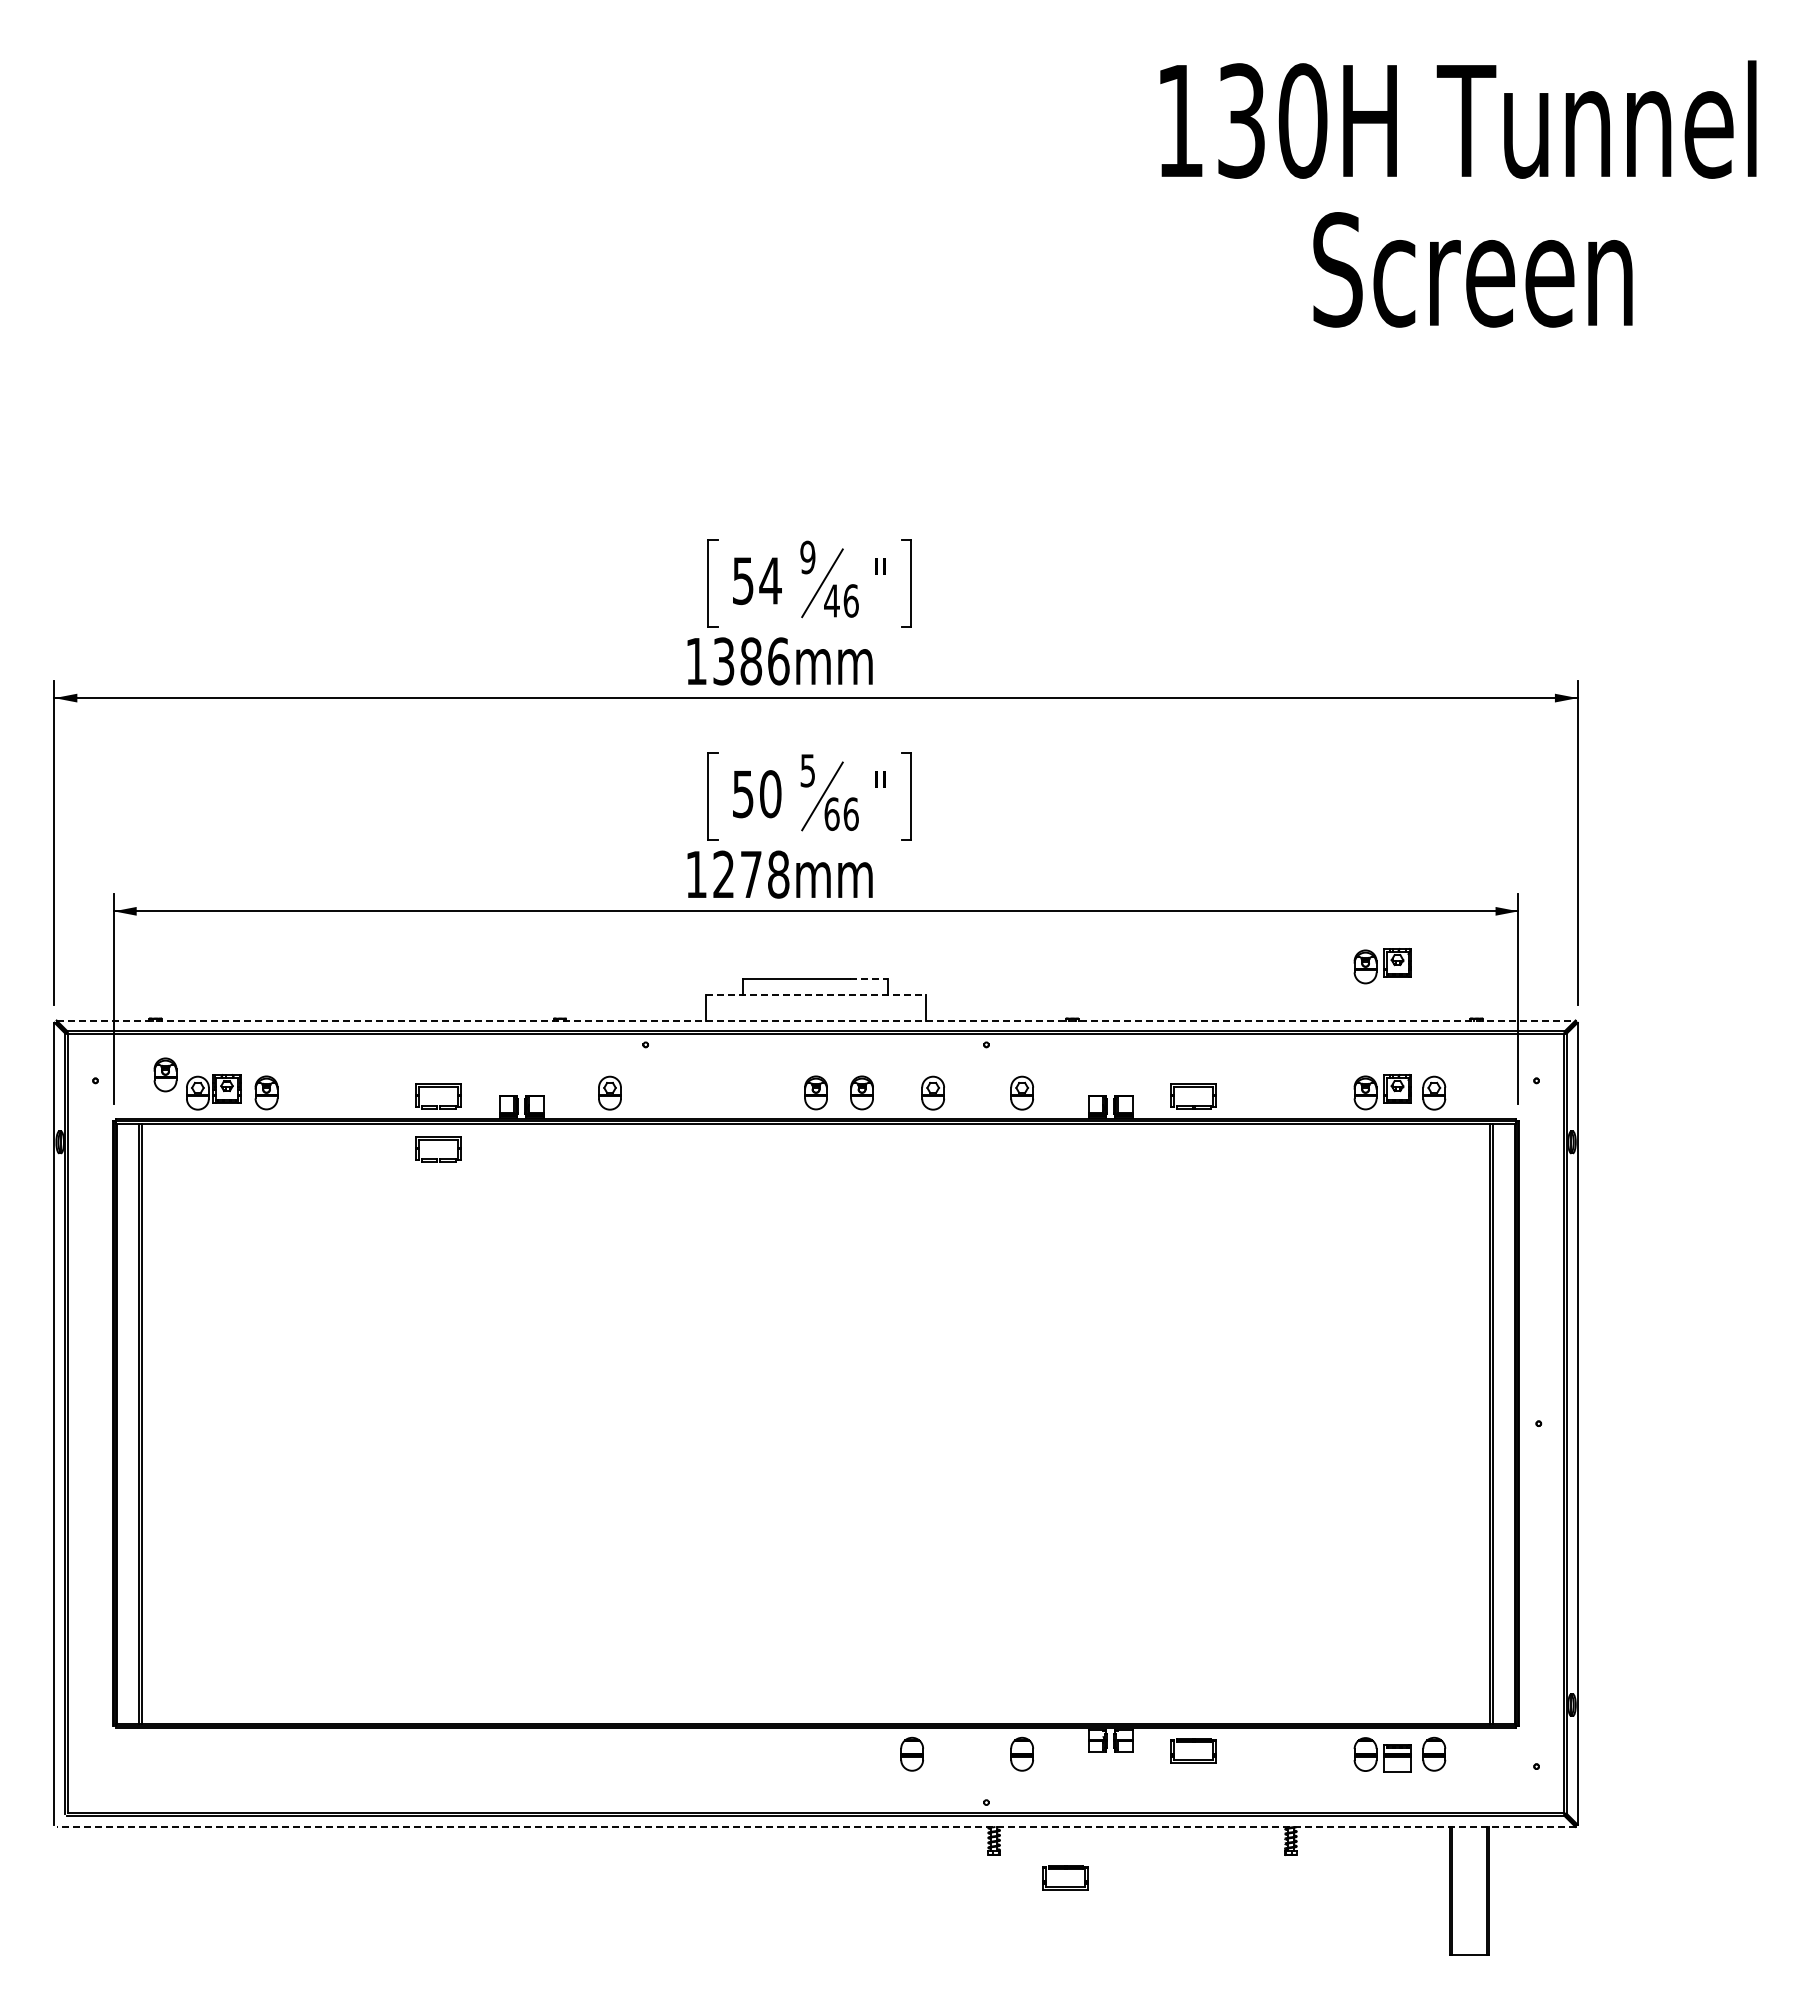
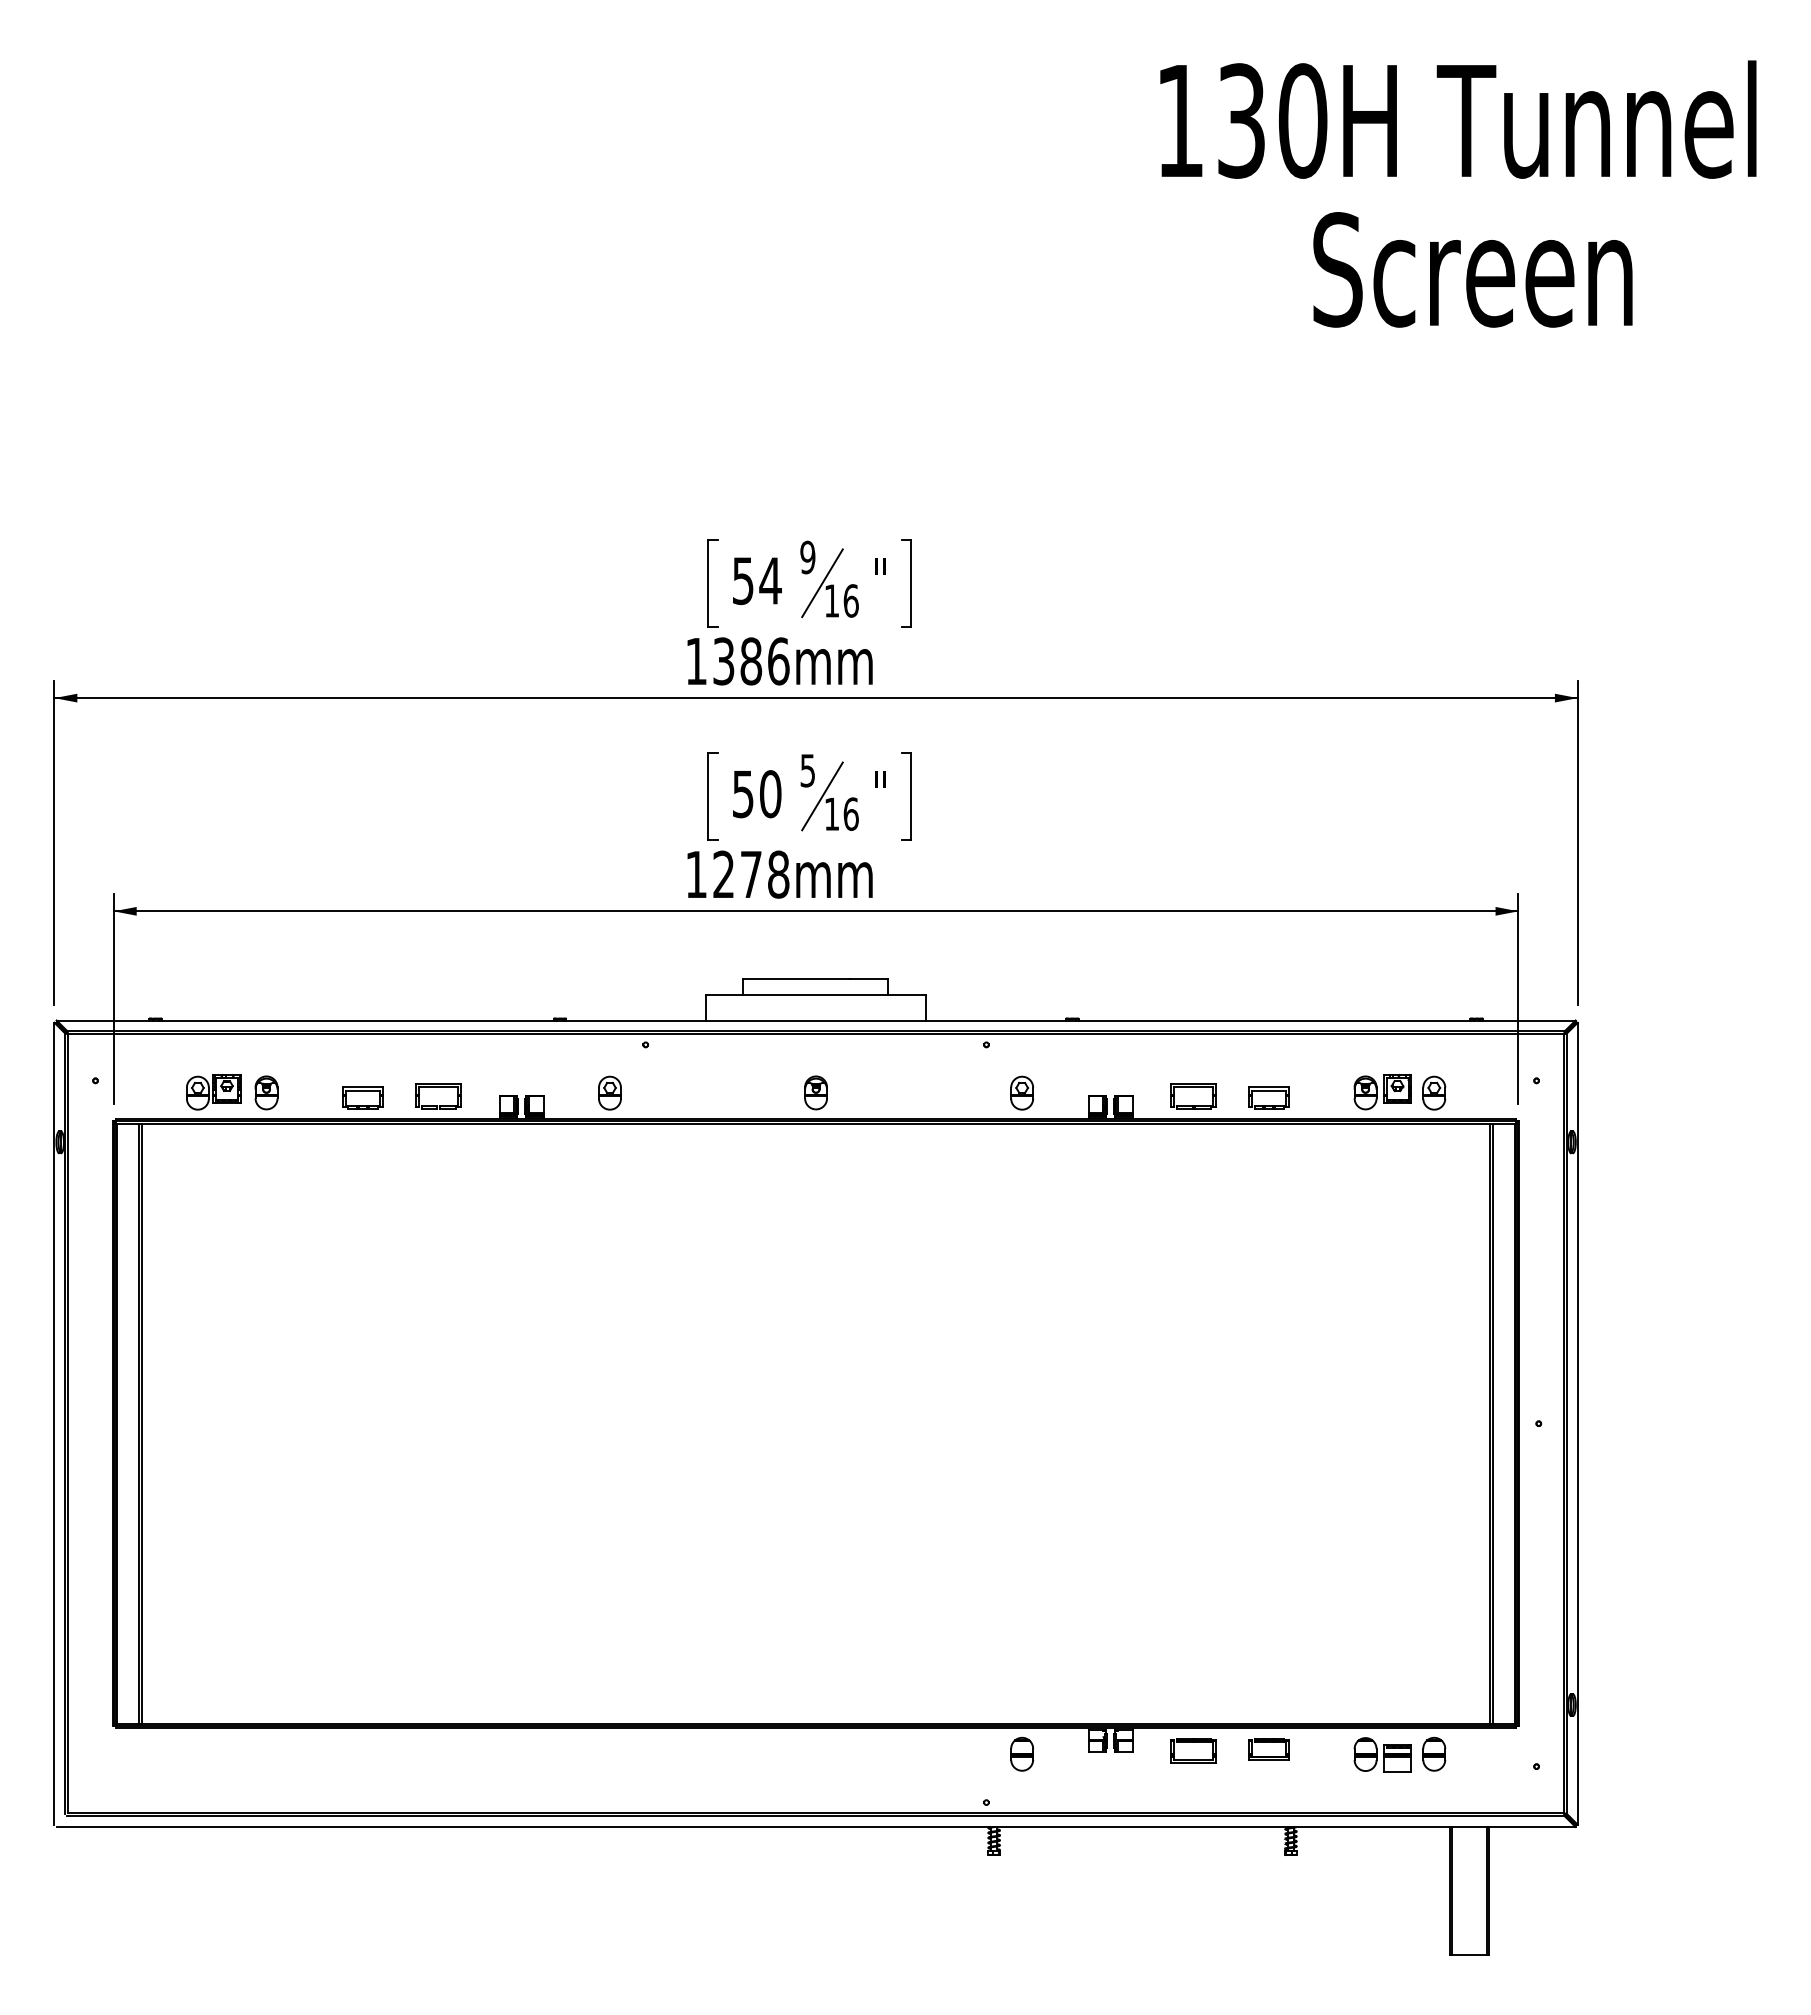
text at (831, 600): 46 -> 16
text at (831, 813): 66 -> 16
part at (1382, 966): present -> none
line at (869, 979): dashed -> solid
line at (816, 994): dashed -> solid
line at (816, 1020): dashed -> solid
part at (165, 1074): present -> none
part at (861, 1092): present -> none
part at (932, 1092): present -> none
part at (362, 1097): none -> present
part at (1268, 1097): none -> present
part at (438, 1140): present -> none
part at (1268, 1742): none -> present
part at (911, 1753): present -> none
line at (815, 1826): dashed -> solid
part at (1065, 1869): present -> none
